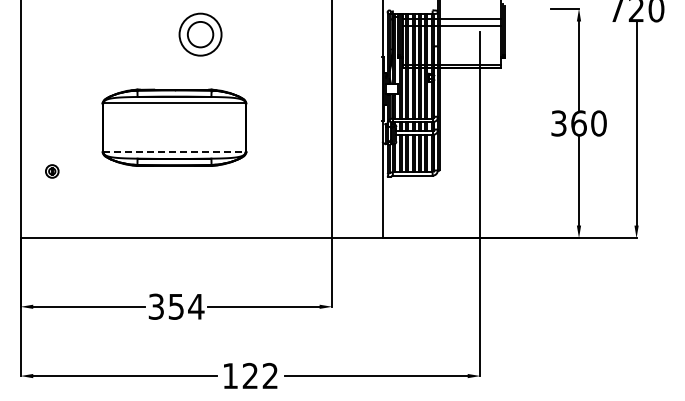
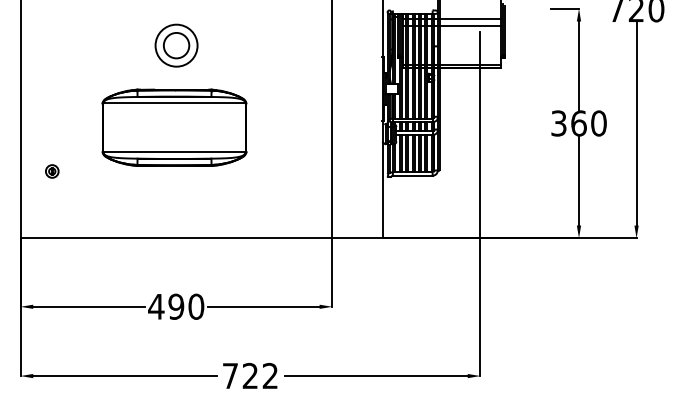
part at (200, 34) position: (200, 34) -> (176, 45)
line at (175, 152): dashed -> solid
text at (176, 306): 354 -> 490
text at (230, 375): 122 -> 722
